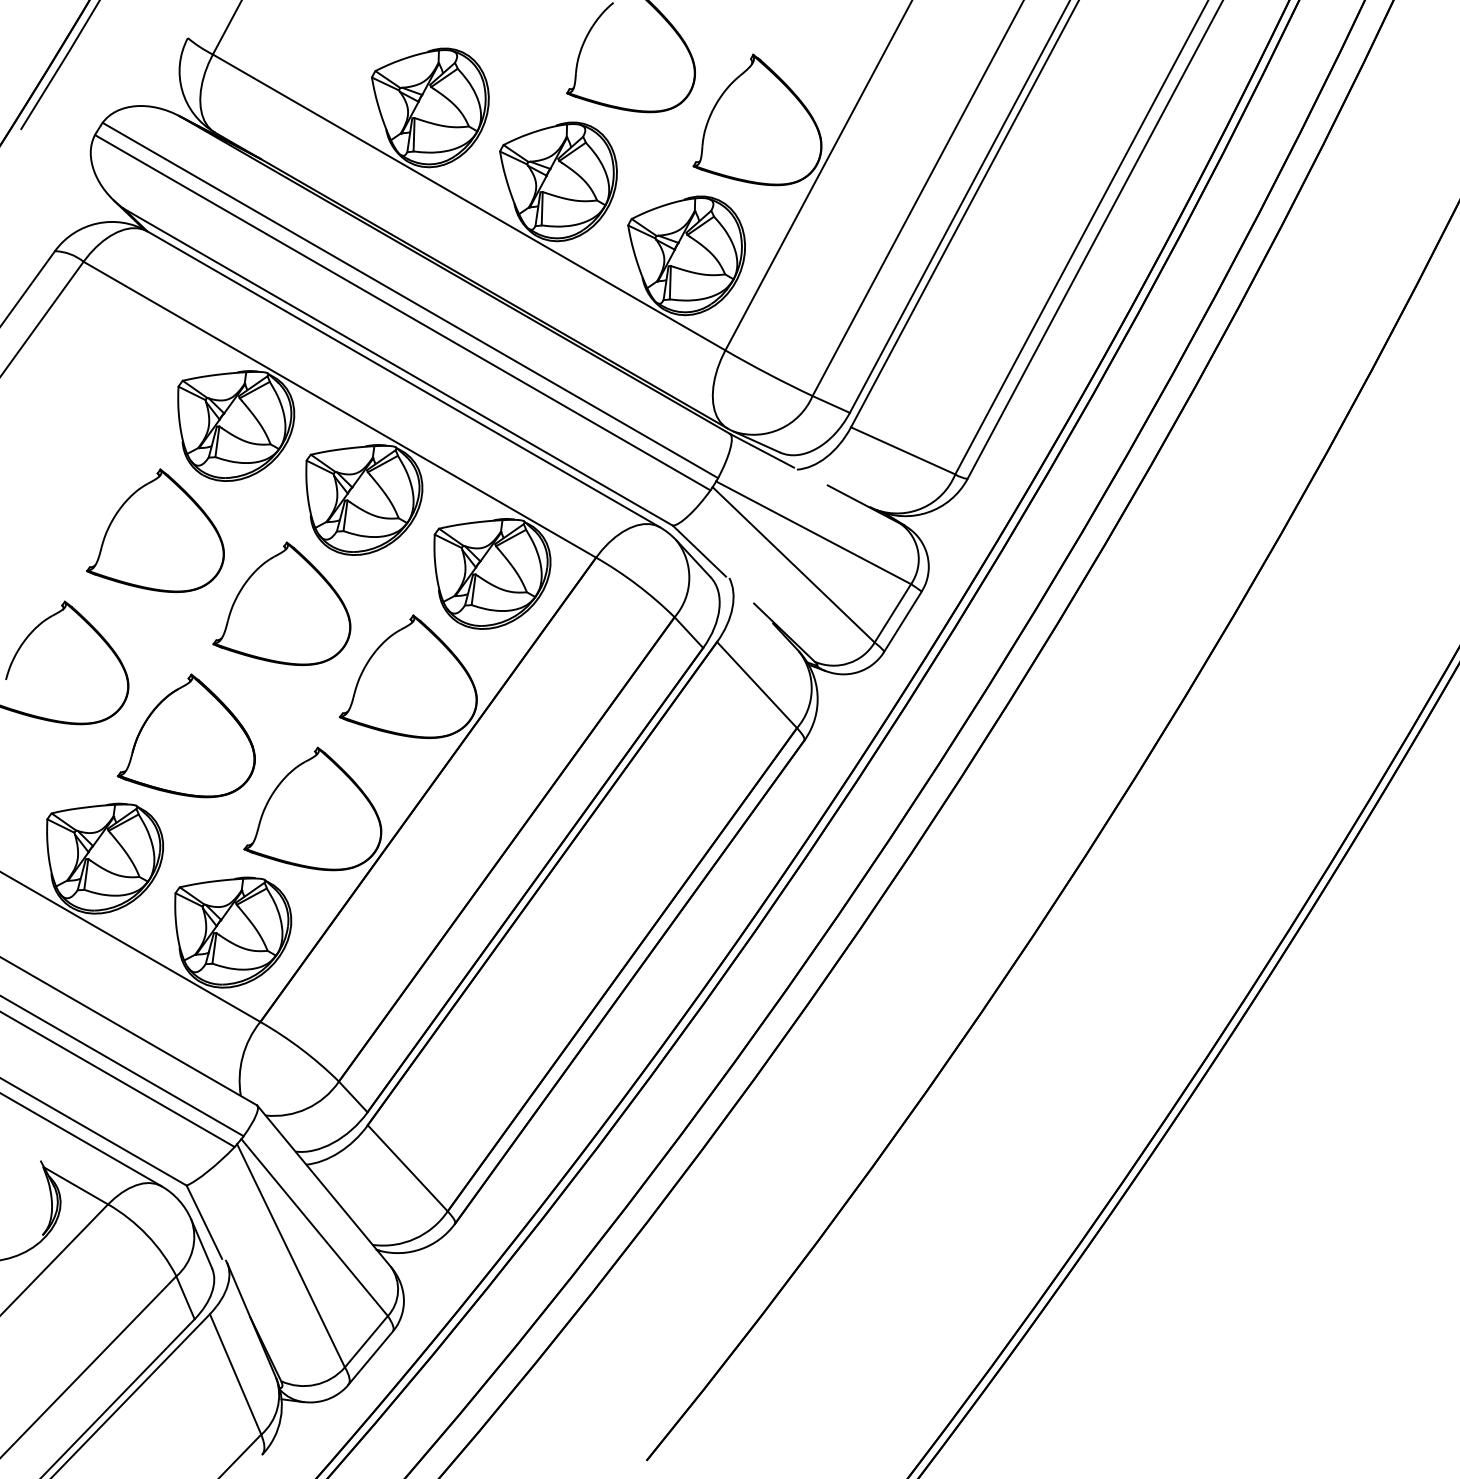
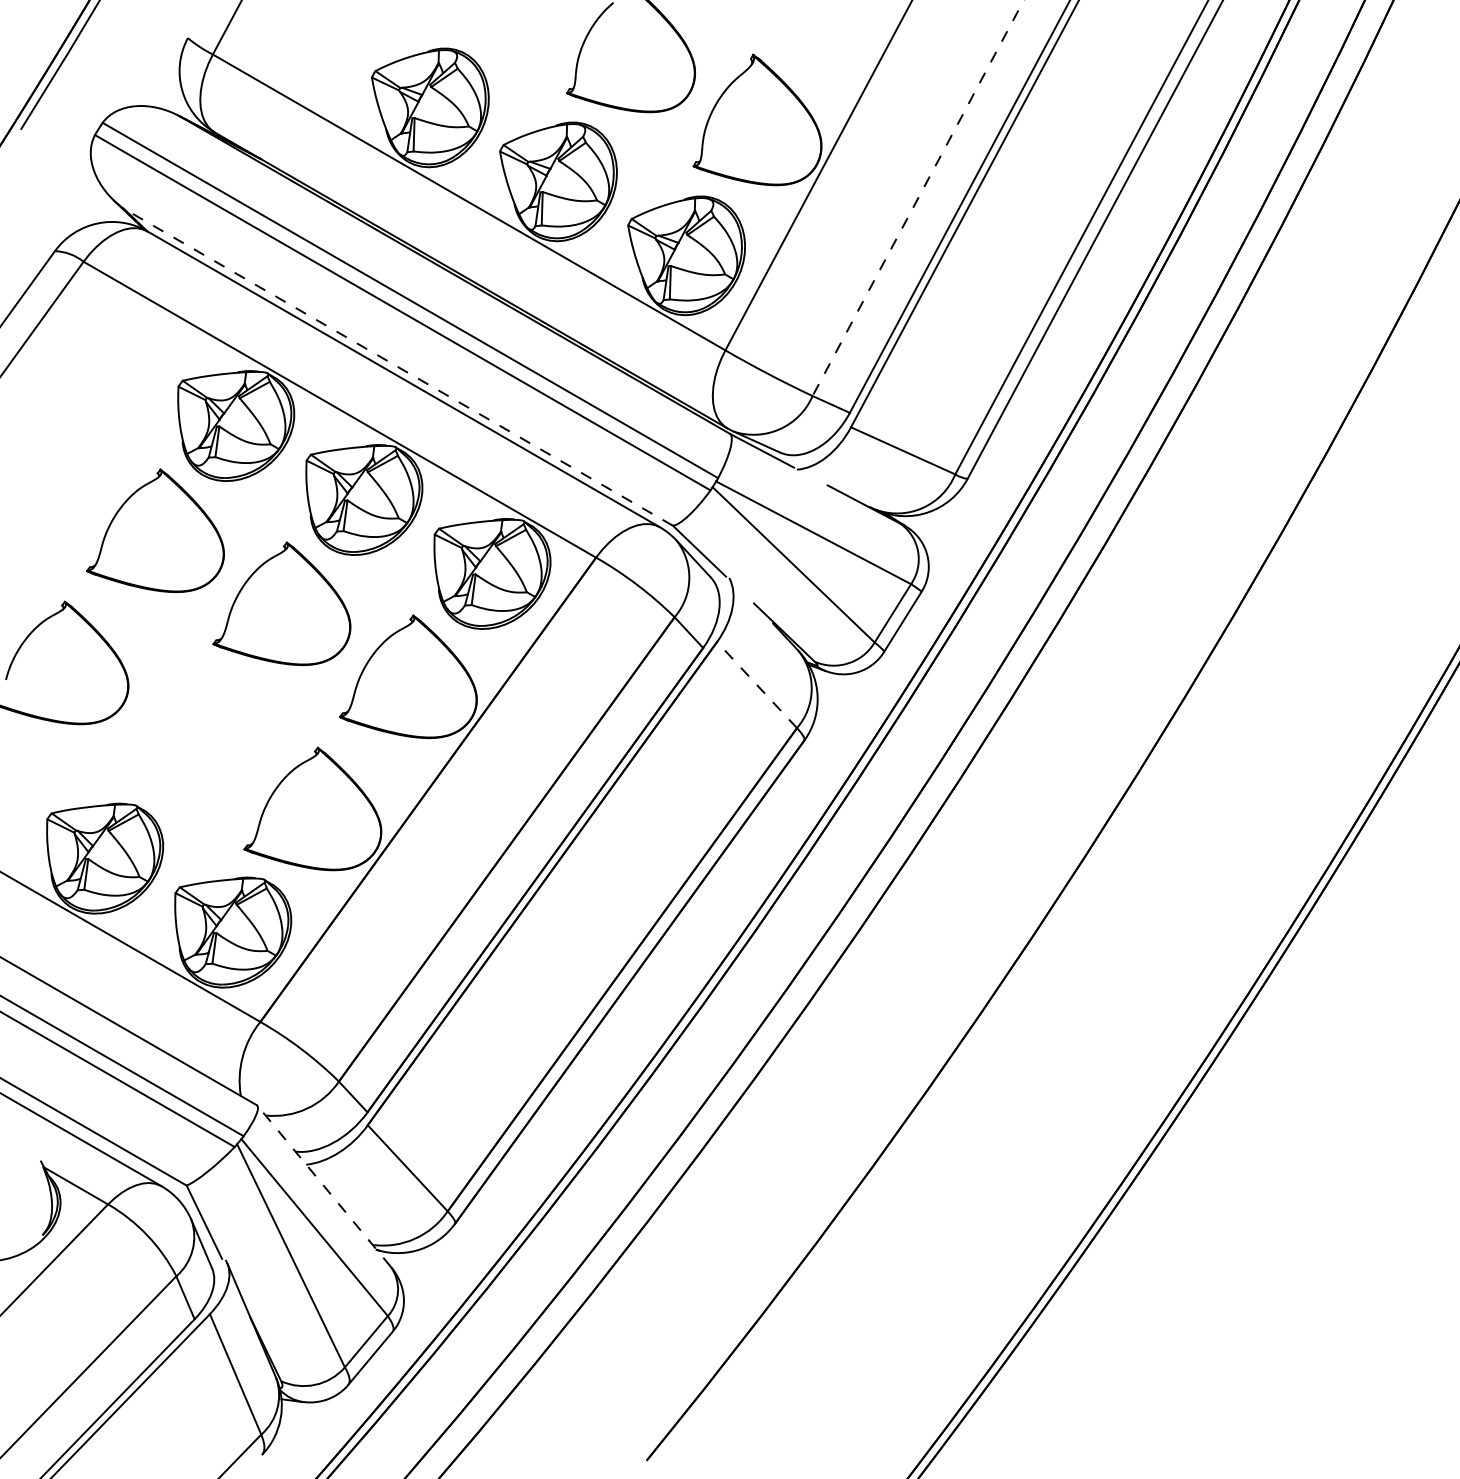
line at (917, 198): solid -> dashed
line at (397, 366): solid -> dashed
line at (757, 685): solid -> dashed
part at (185, 735): present -> none
line at (324, 1186): solid -> dashed
